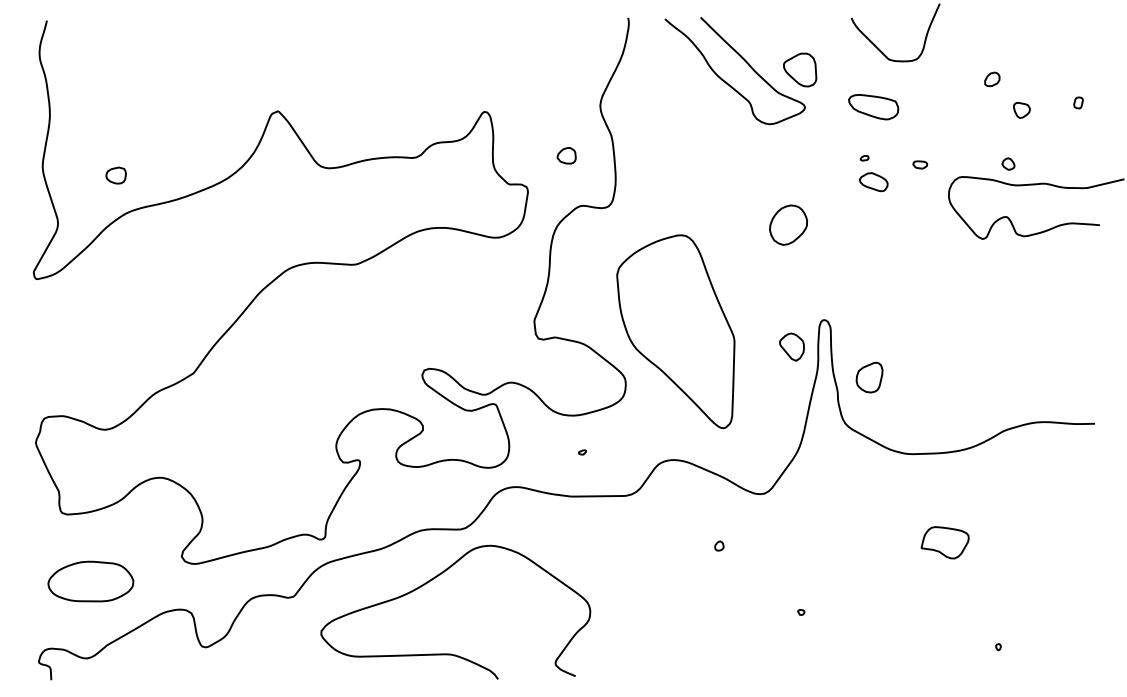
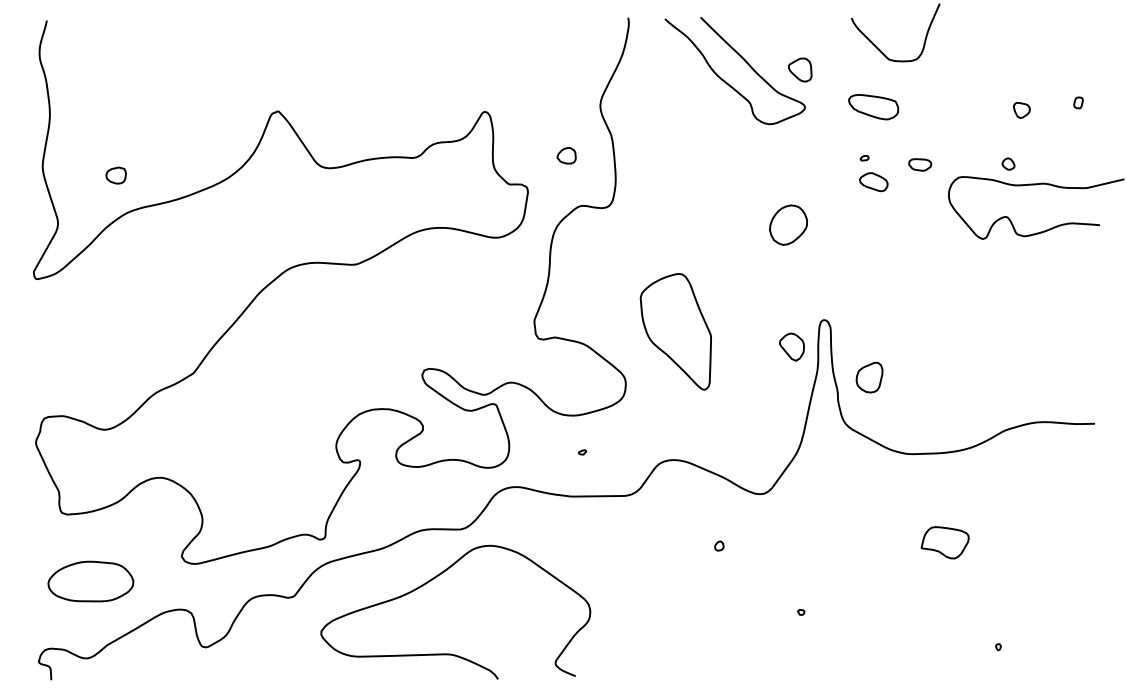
part at (800, 69) size: 35x36 px -> 25x26 px
part at (992, 79): present -> none
part at (920, 164) size: 17x10 px -> 25x14 px
part at (675, 331) size: 120x196 px -> 73x118 px
